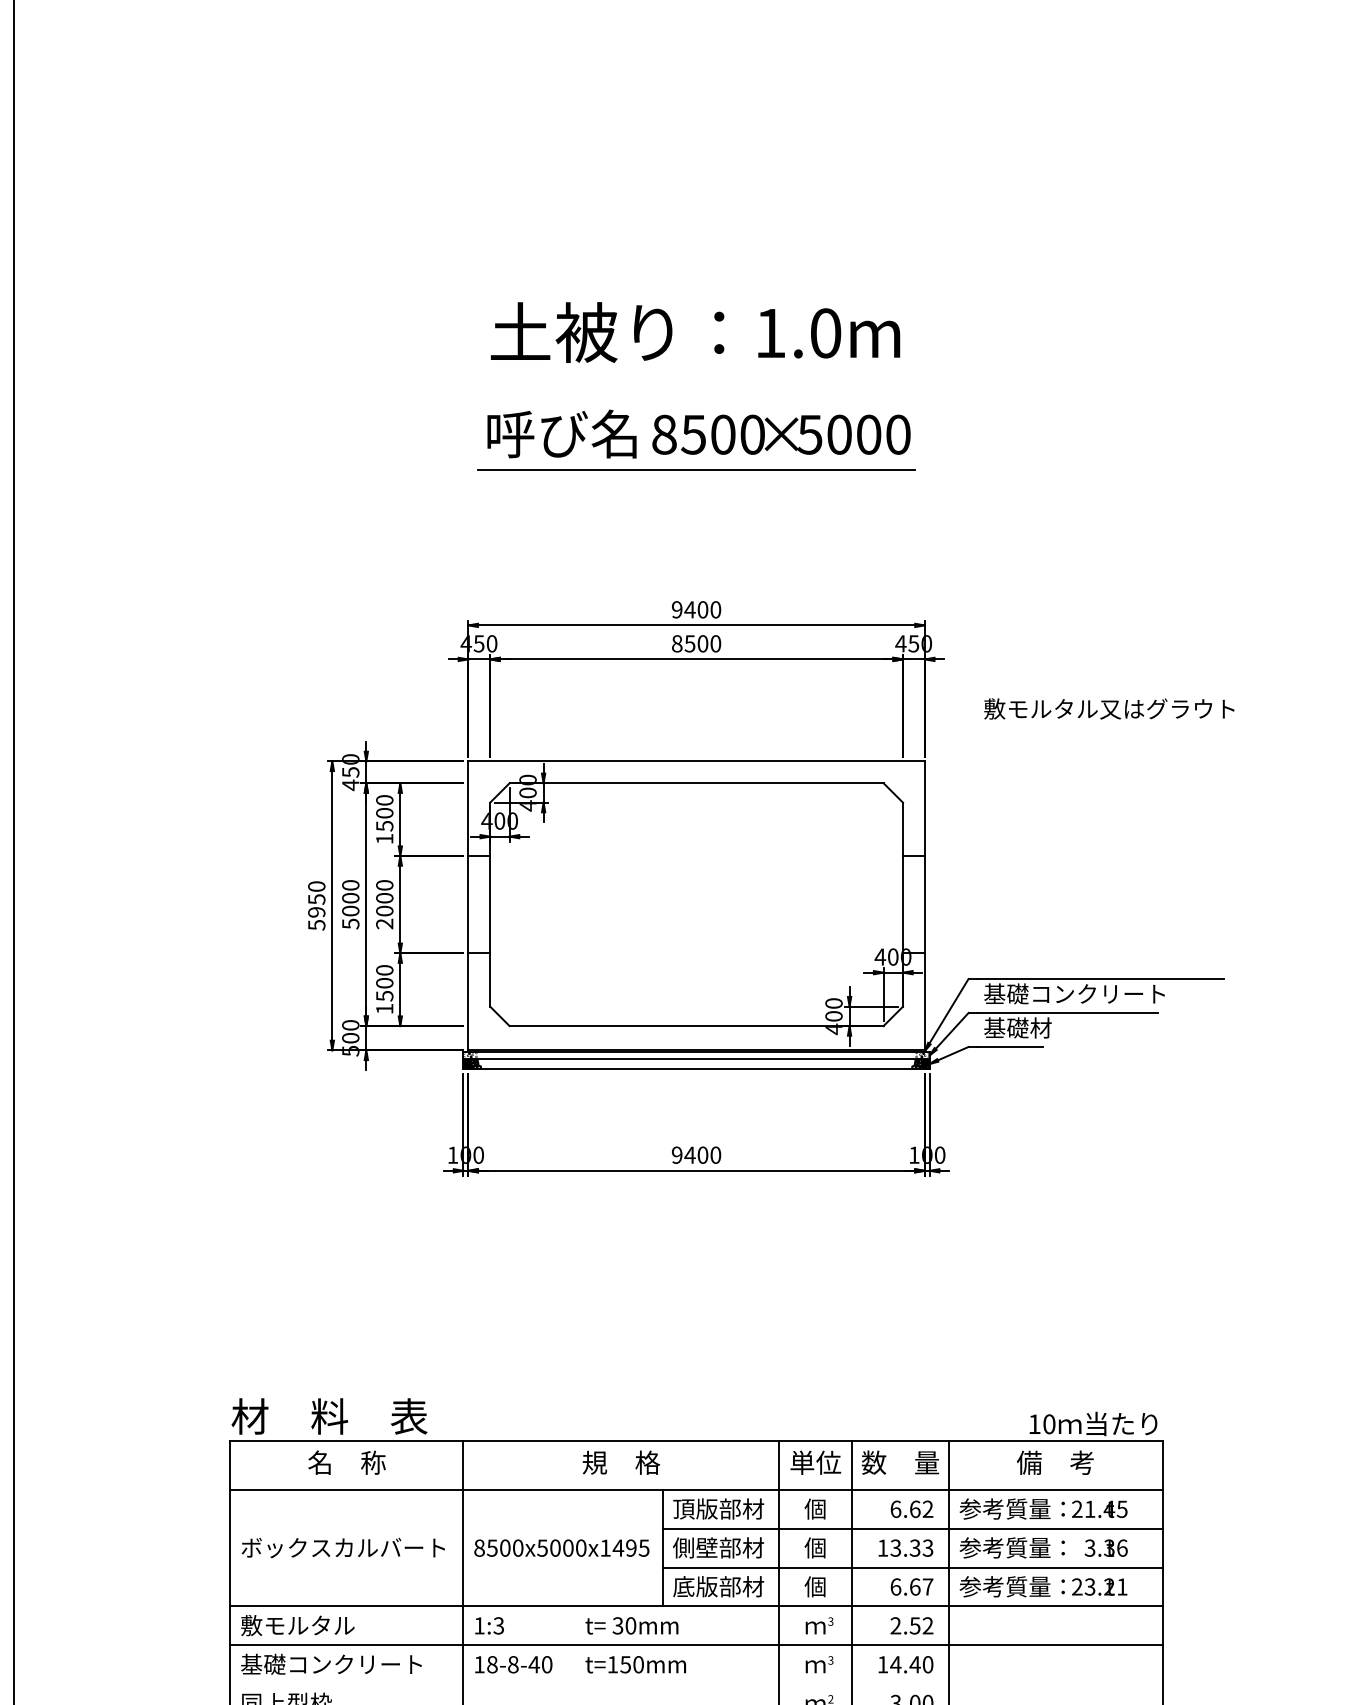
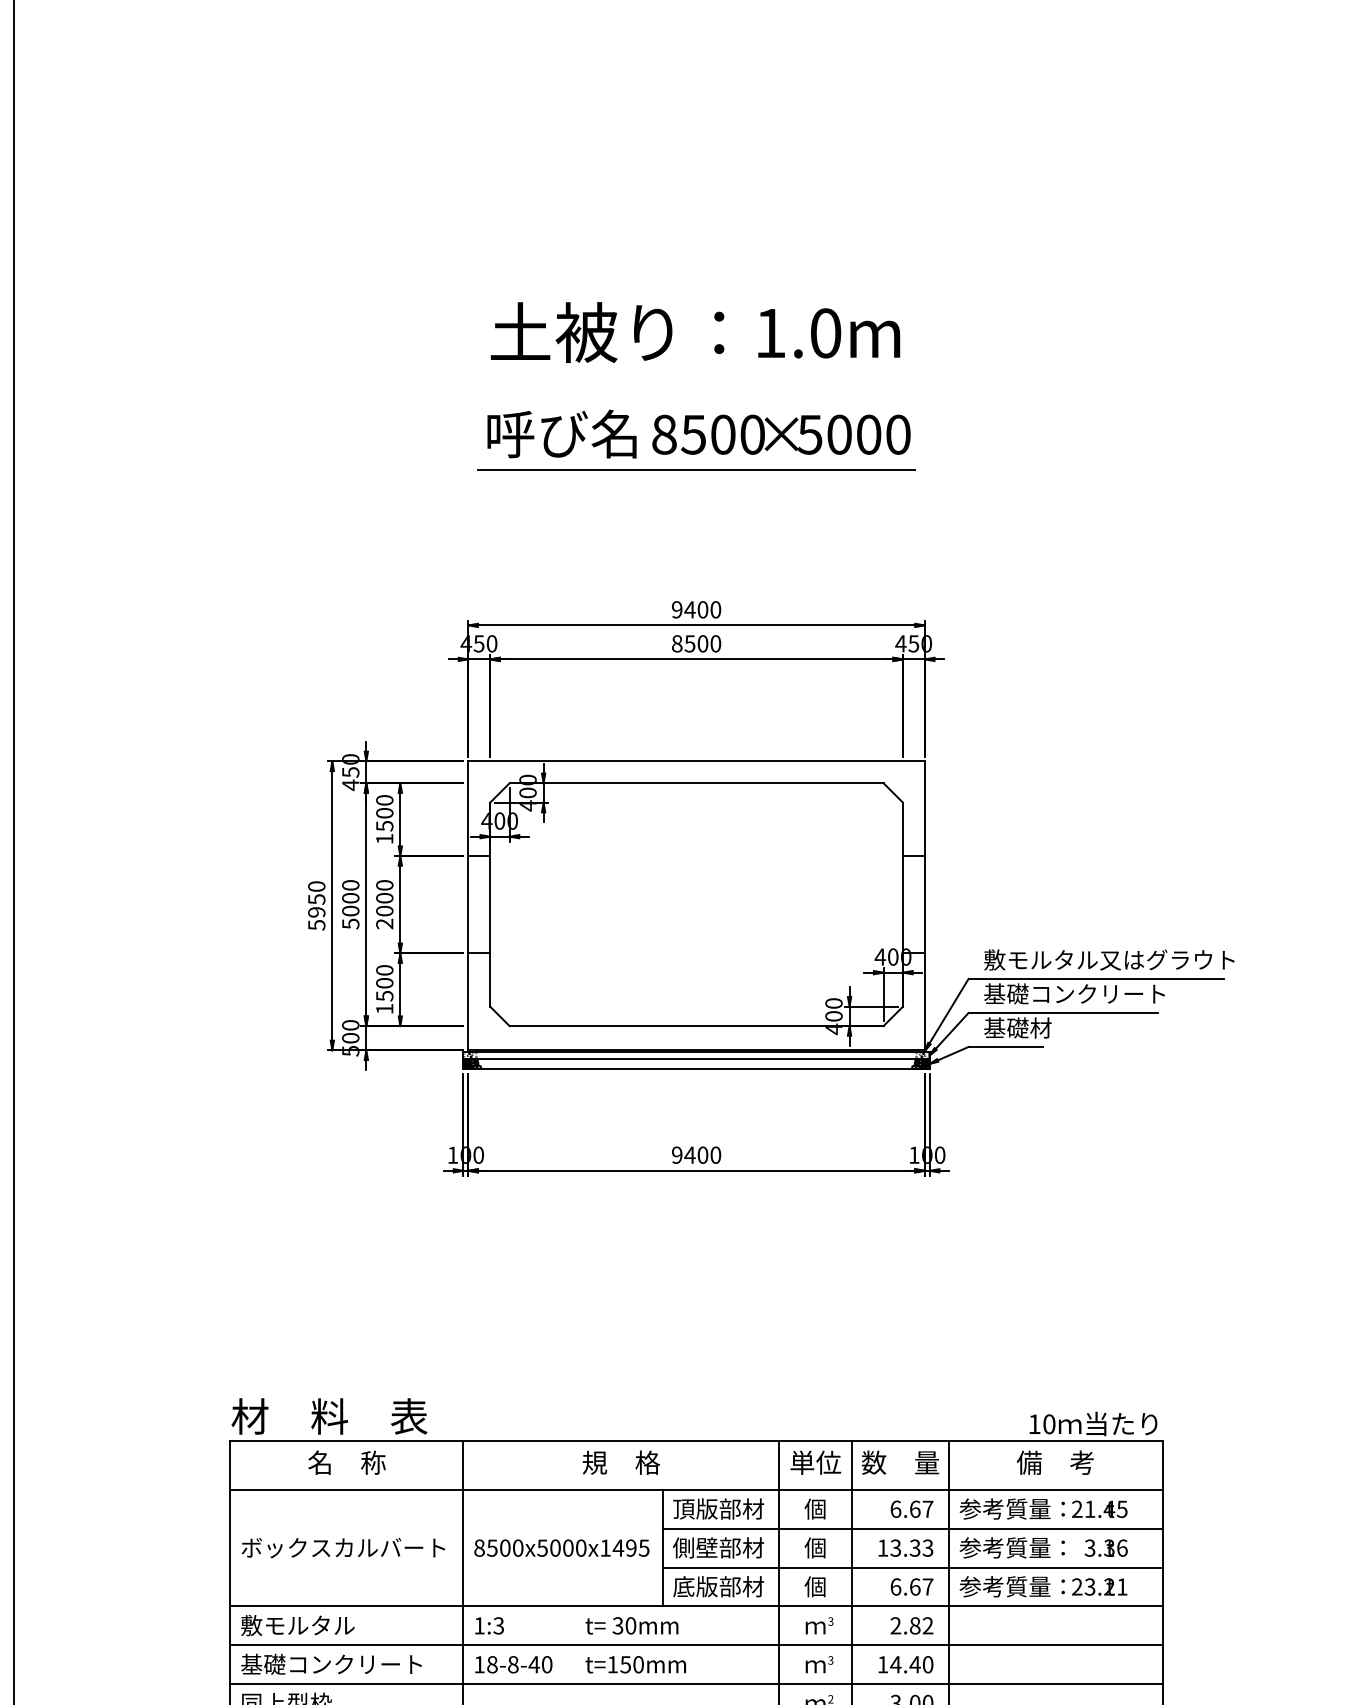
text at (1109, 708) position: (1109, 708) -> (1109, 959)
text at (927, 1508): 6.62 -> 6.67
text at (914, 1625): 2.52 -> 2.82
line at (696, 1684): none -> present
